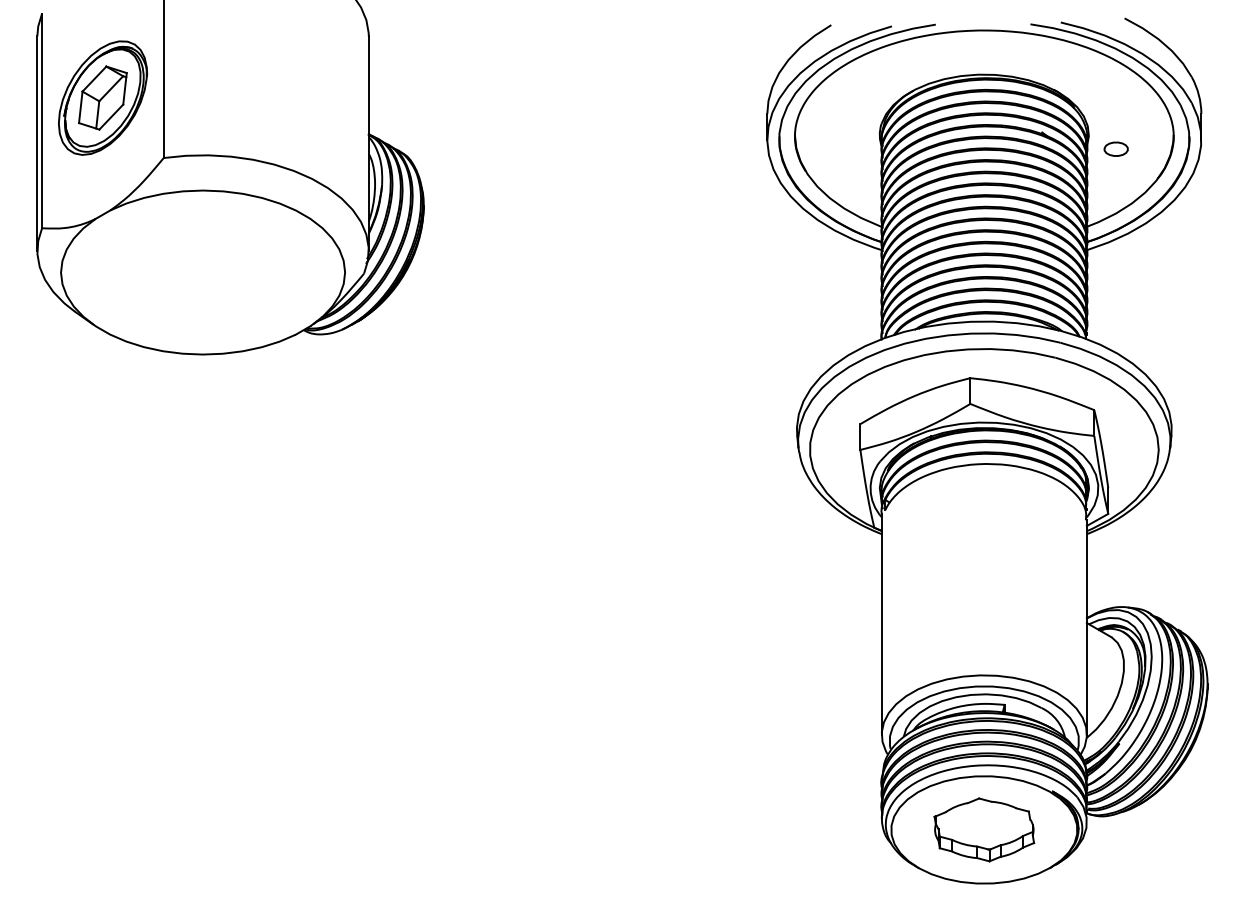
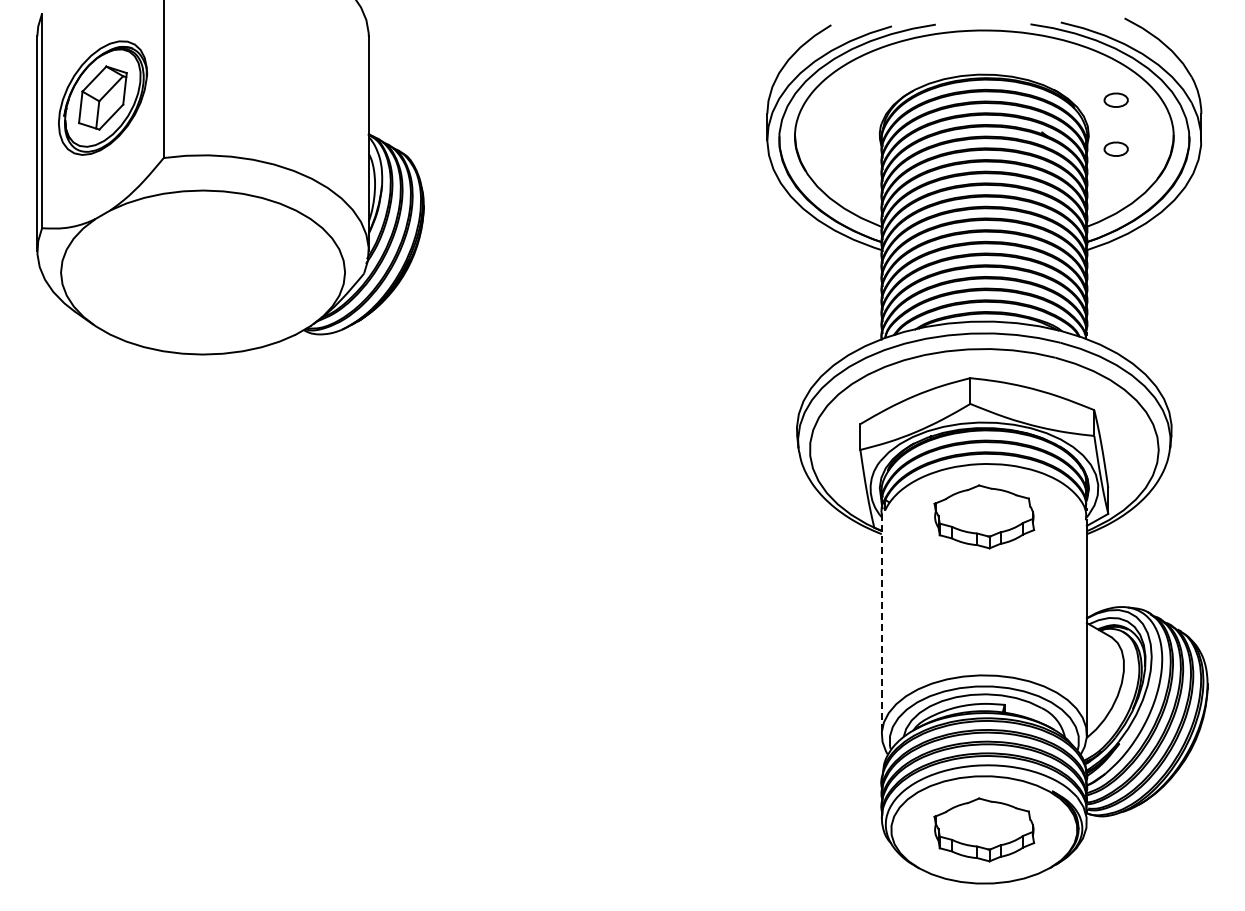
part at (1115, 99): none -> present
part at (984, 516): none -> present
line at (881, 625): solid -> dashed
